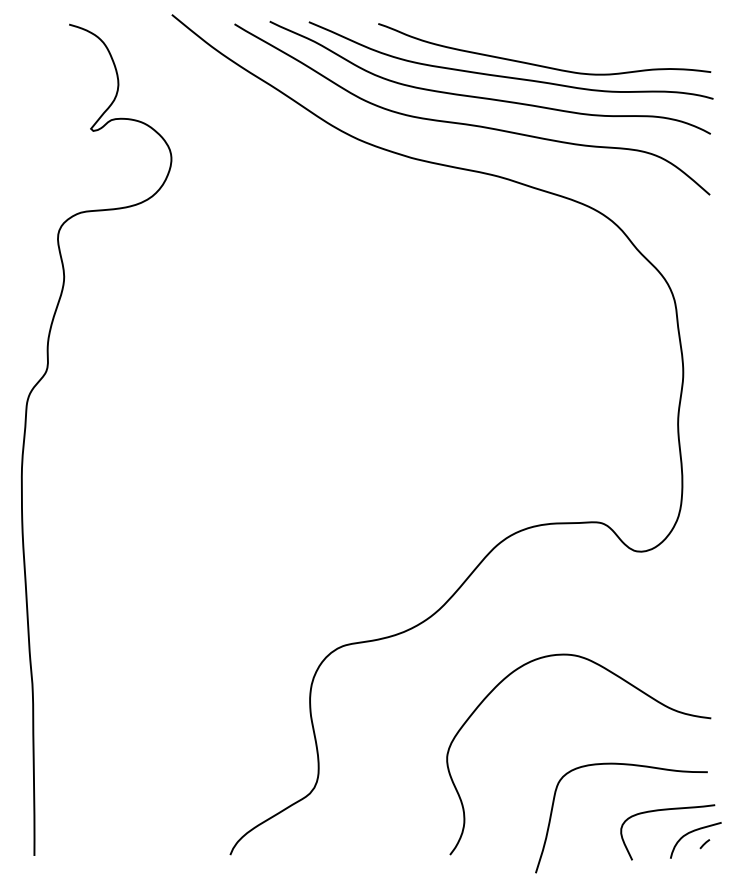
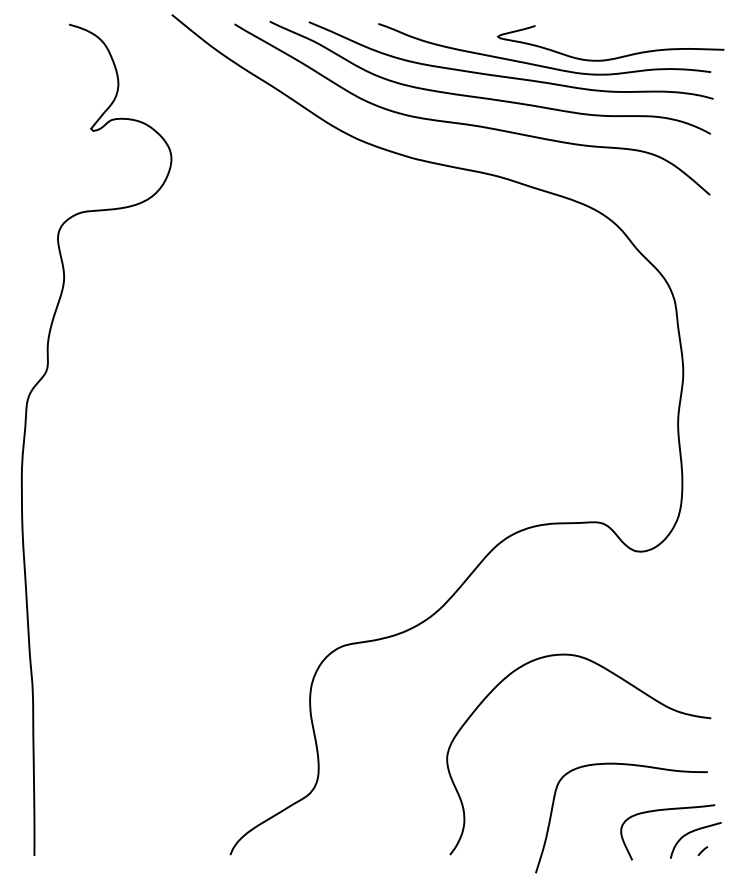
curve at (614, 57): none -> present
line at (704, 844) position: (704, 844) -> (702, 851)
